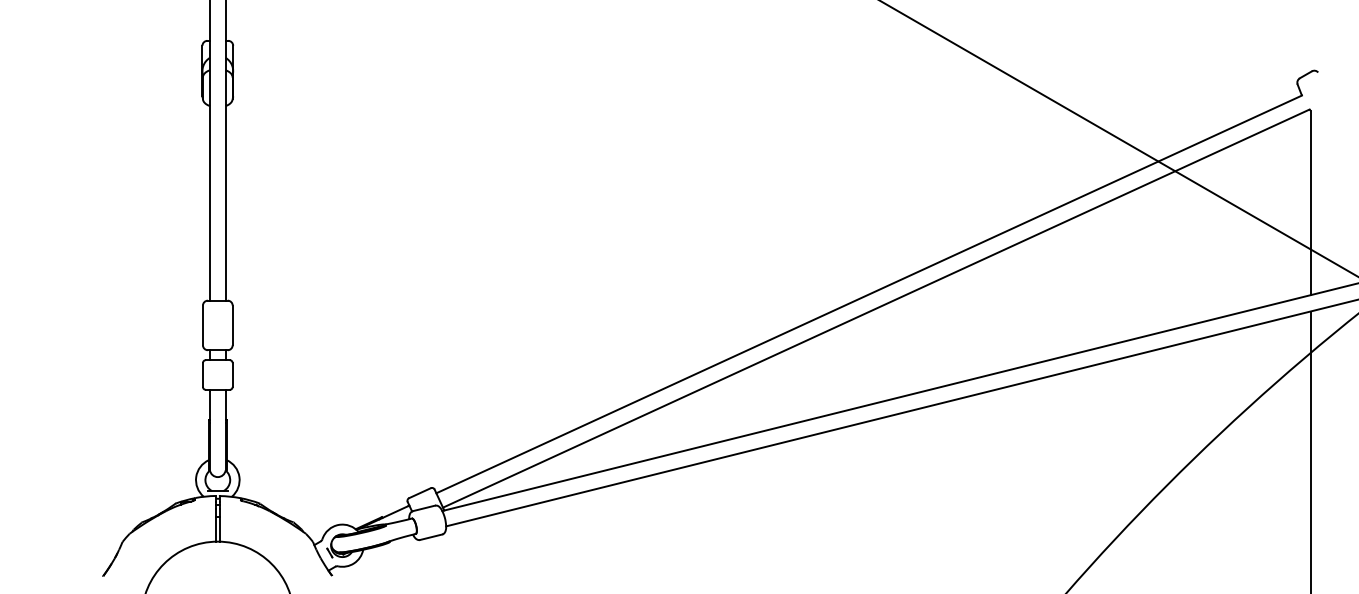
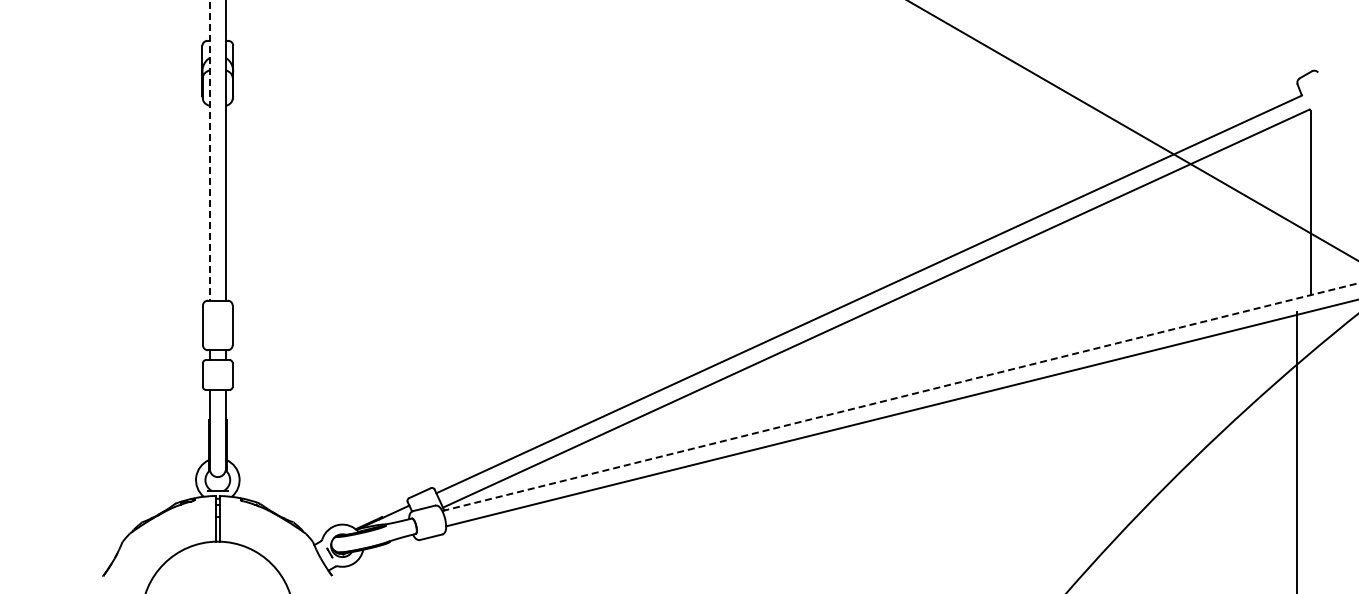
line at (1118, 138) position: (1118, 138) -> (1132, 130)
line at (209, 150): solid -> dashed
line at (900, 397): solid -> dashed
line at (1310, 450) position: (1310, 450) -> (1296, 450)
